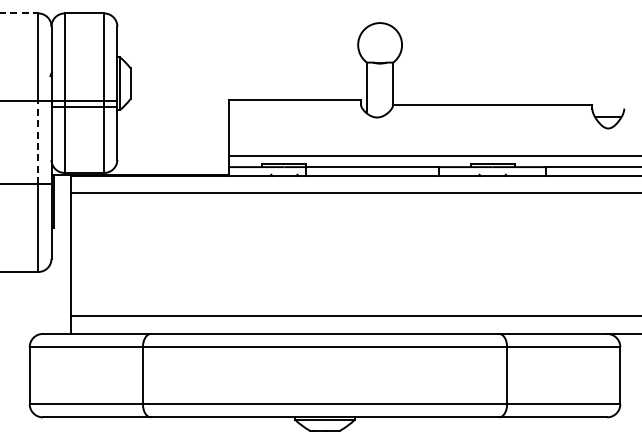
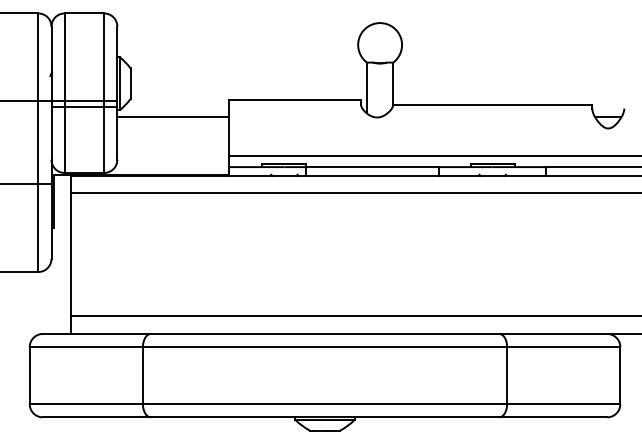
line at (19, 13): dashed -> solid
line at (173, 117): none -> present
line at (38, 142): dashed -> solid
